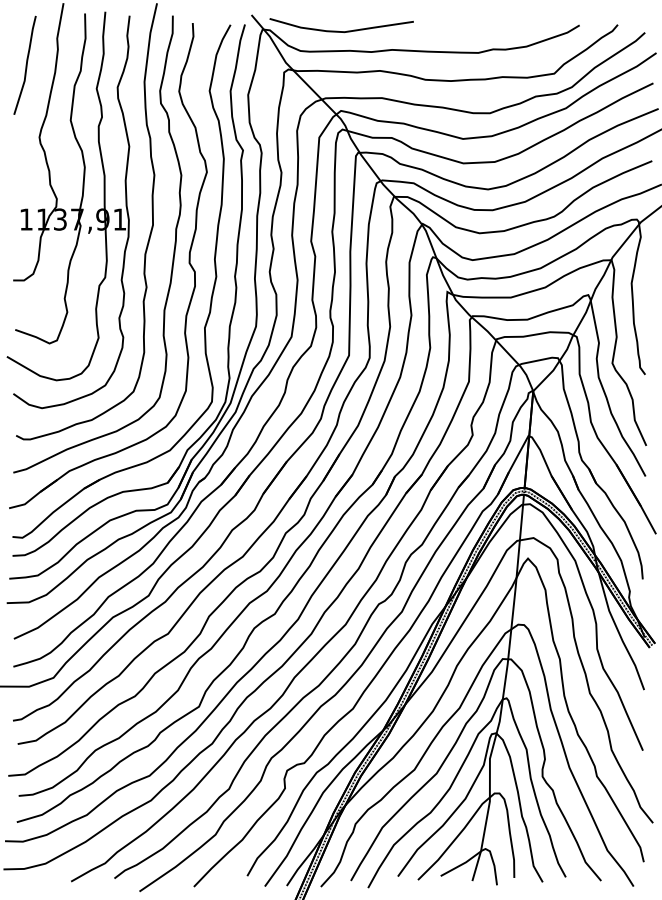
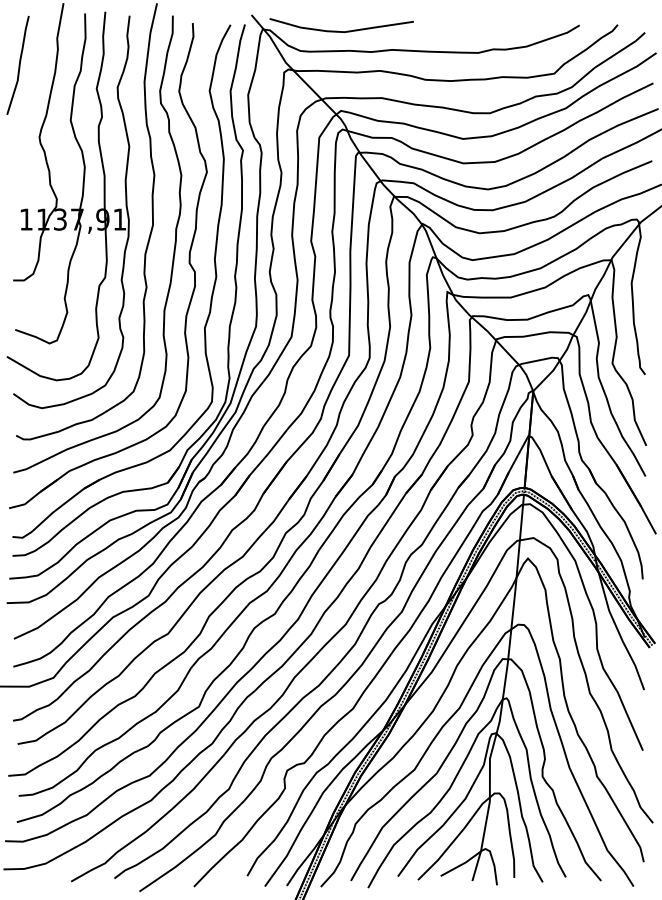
curve at (25, 64) position: (25, 64) -> (18, 64)
